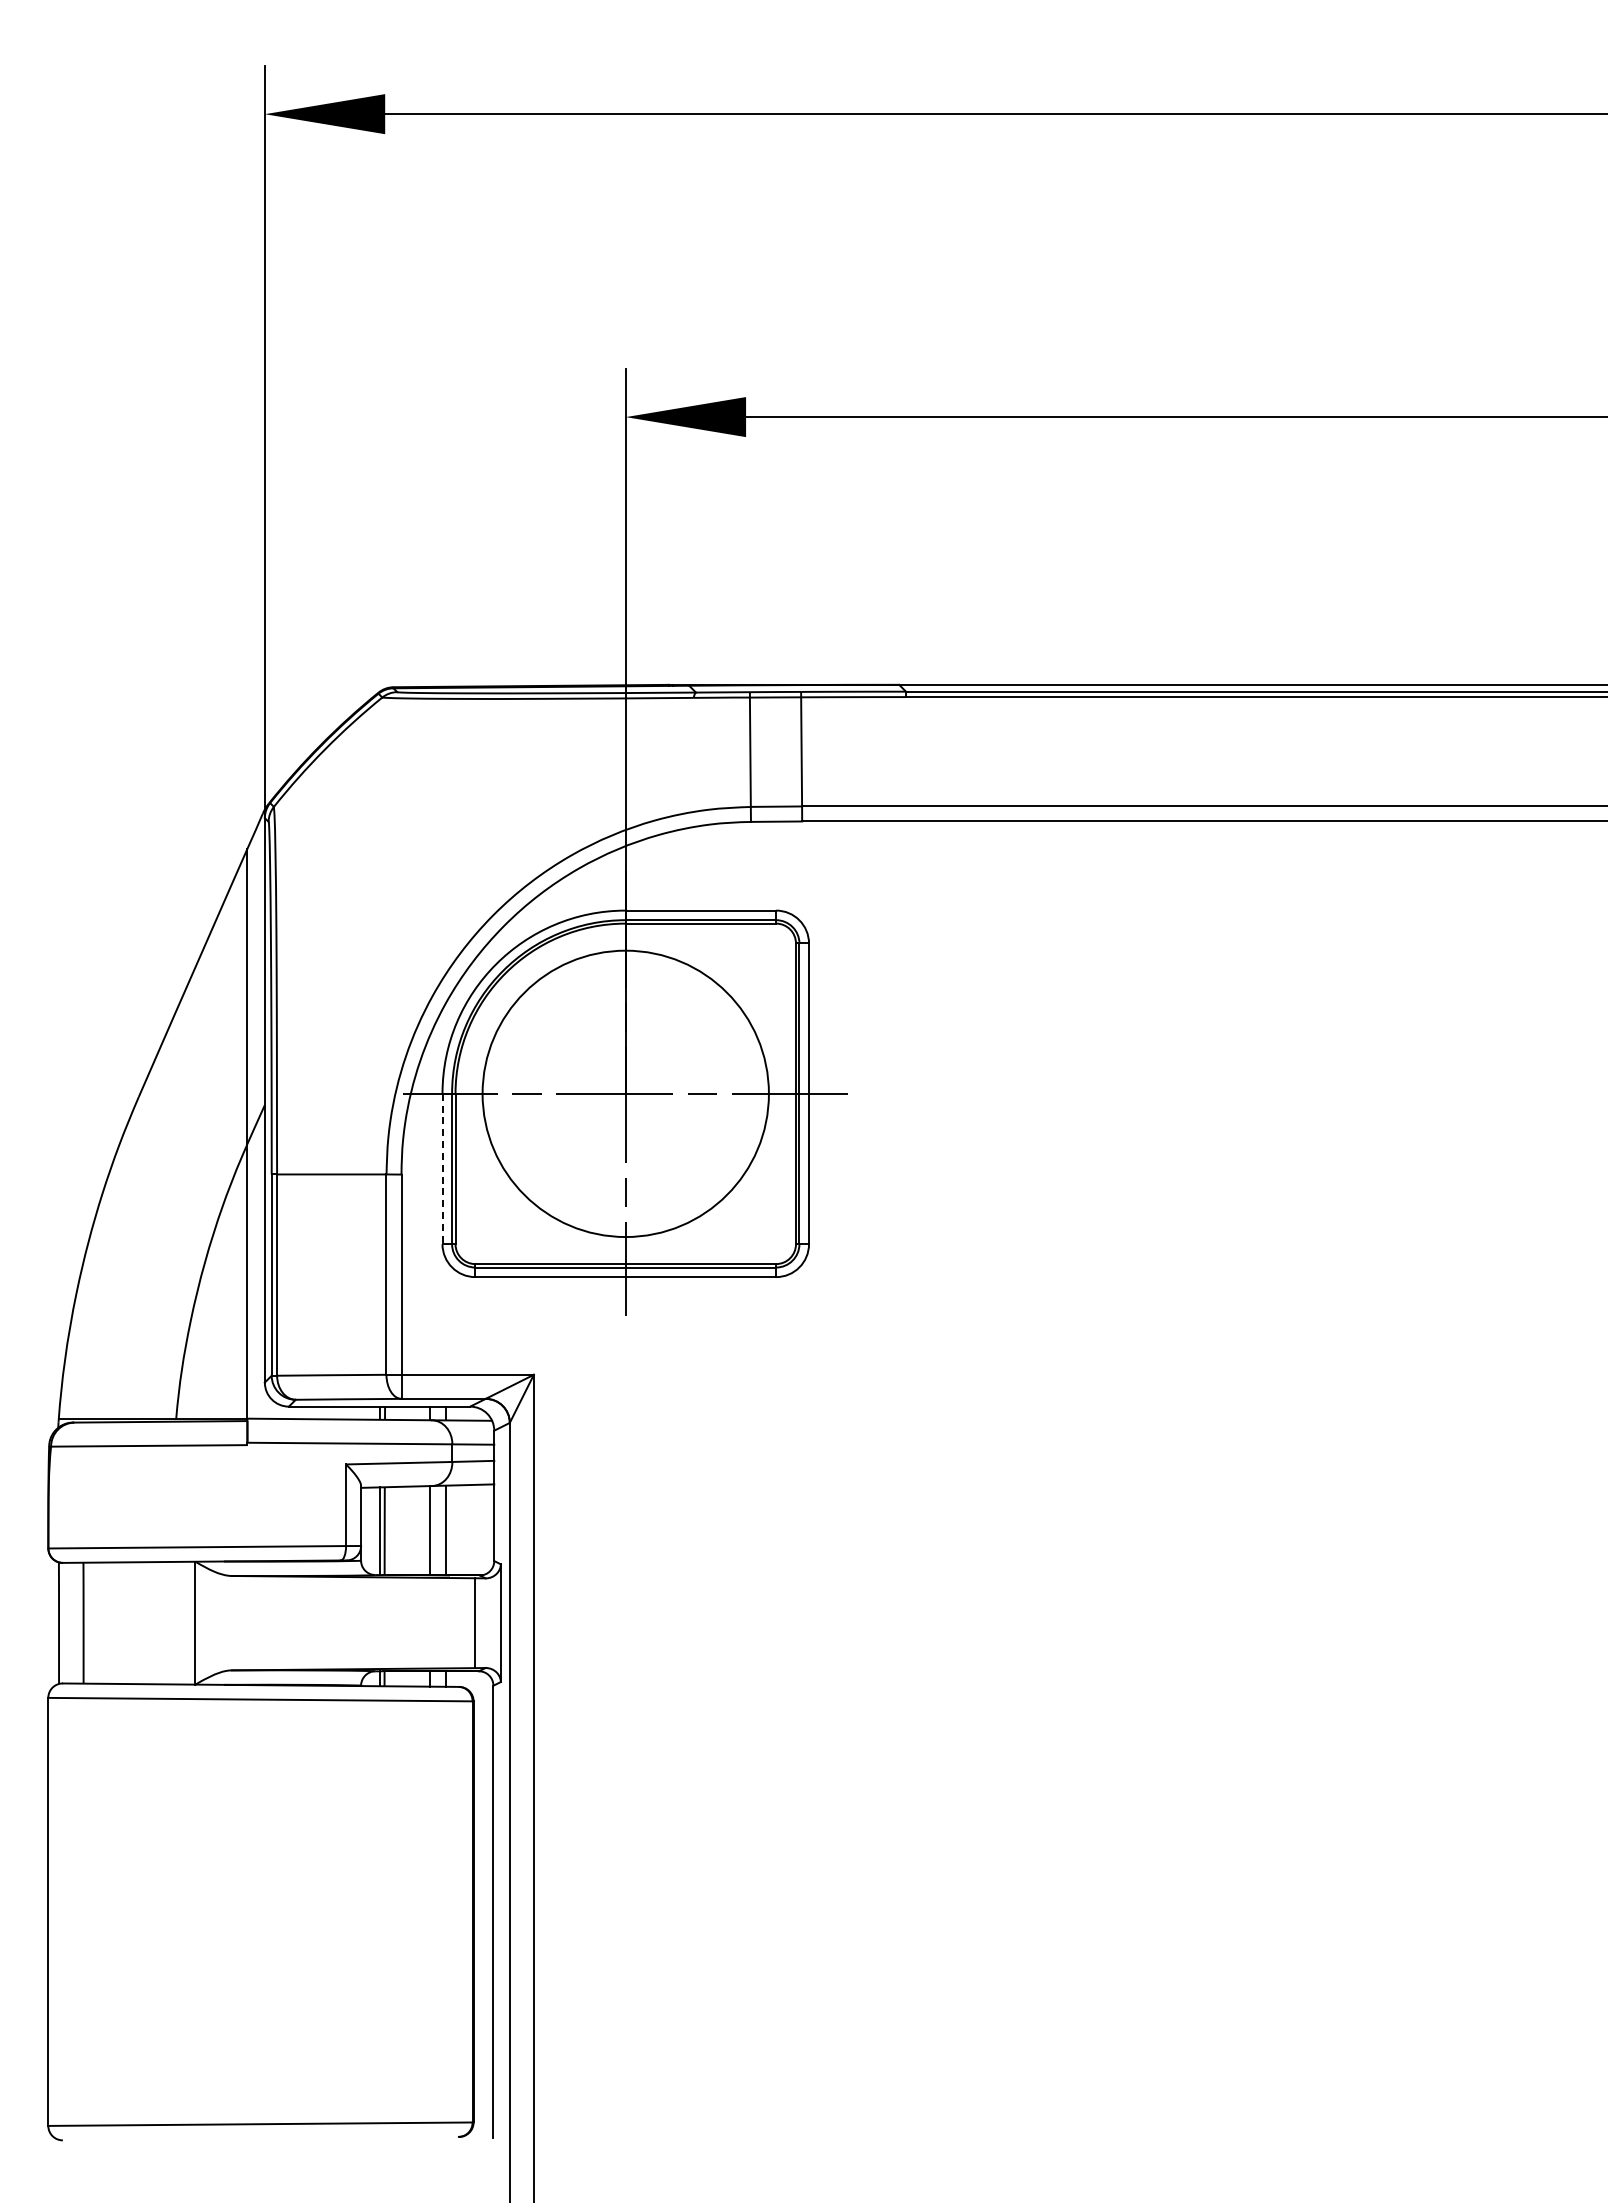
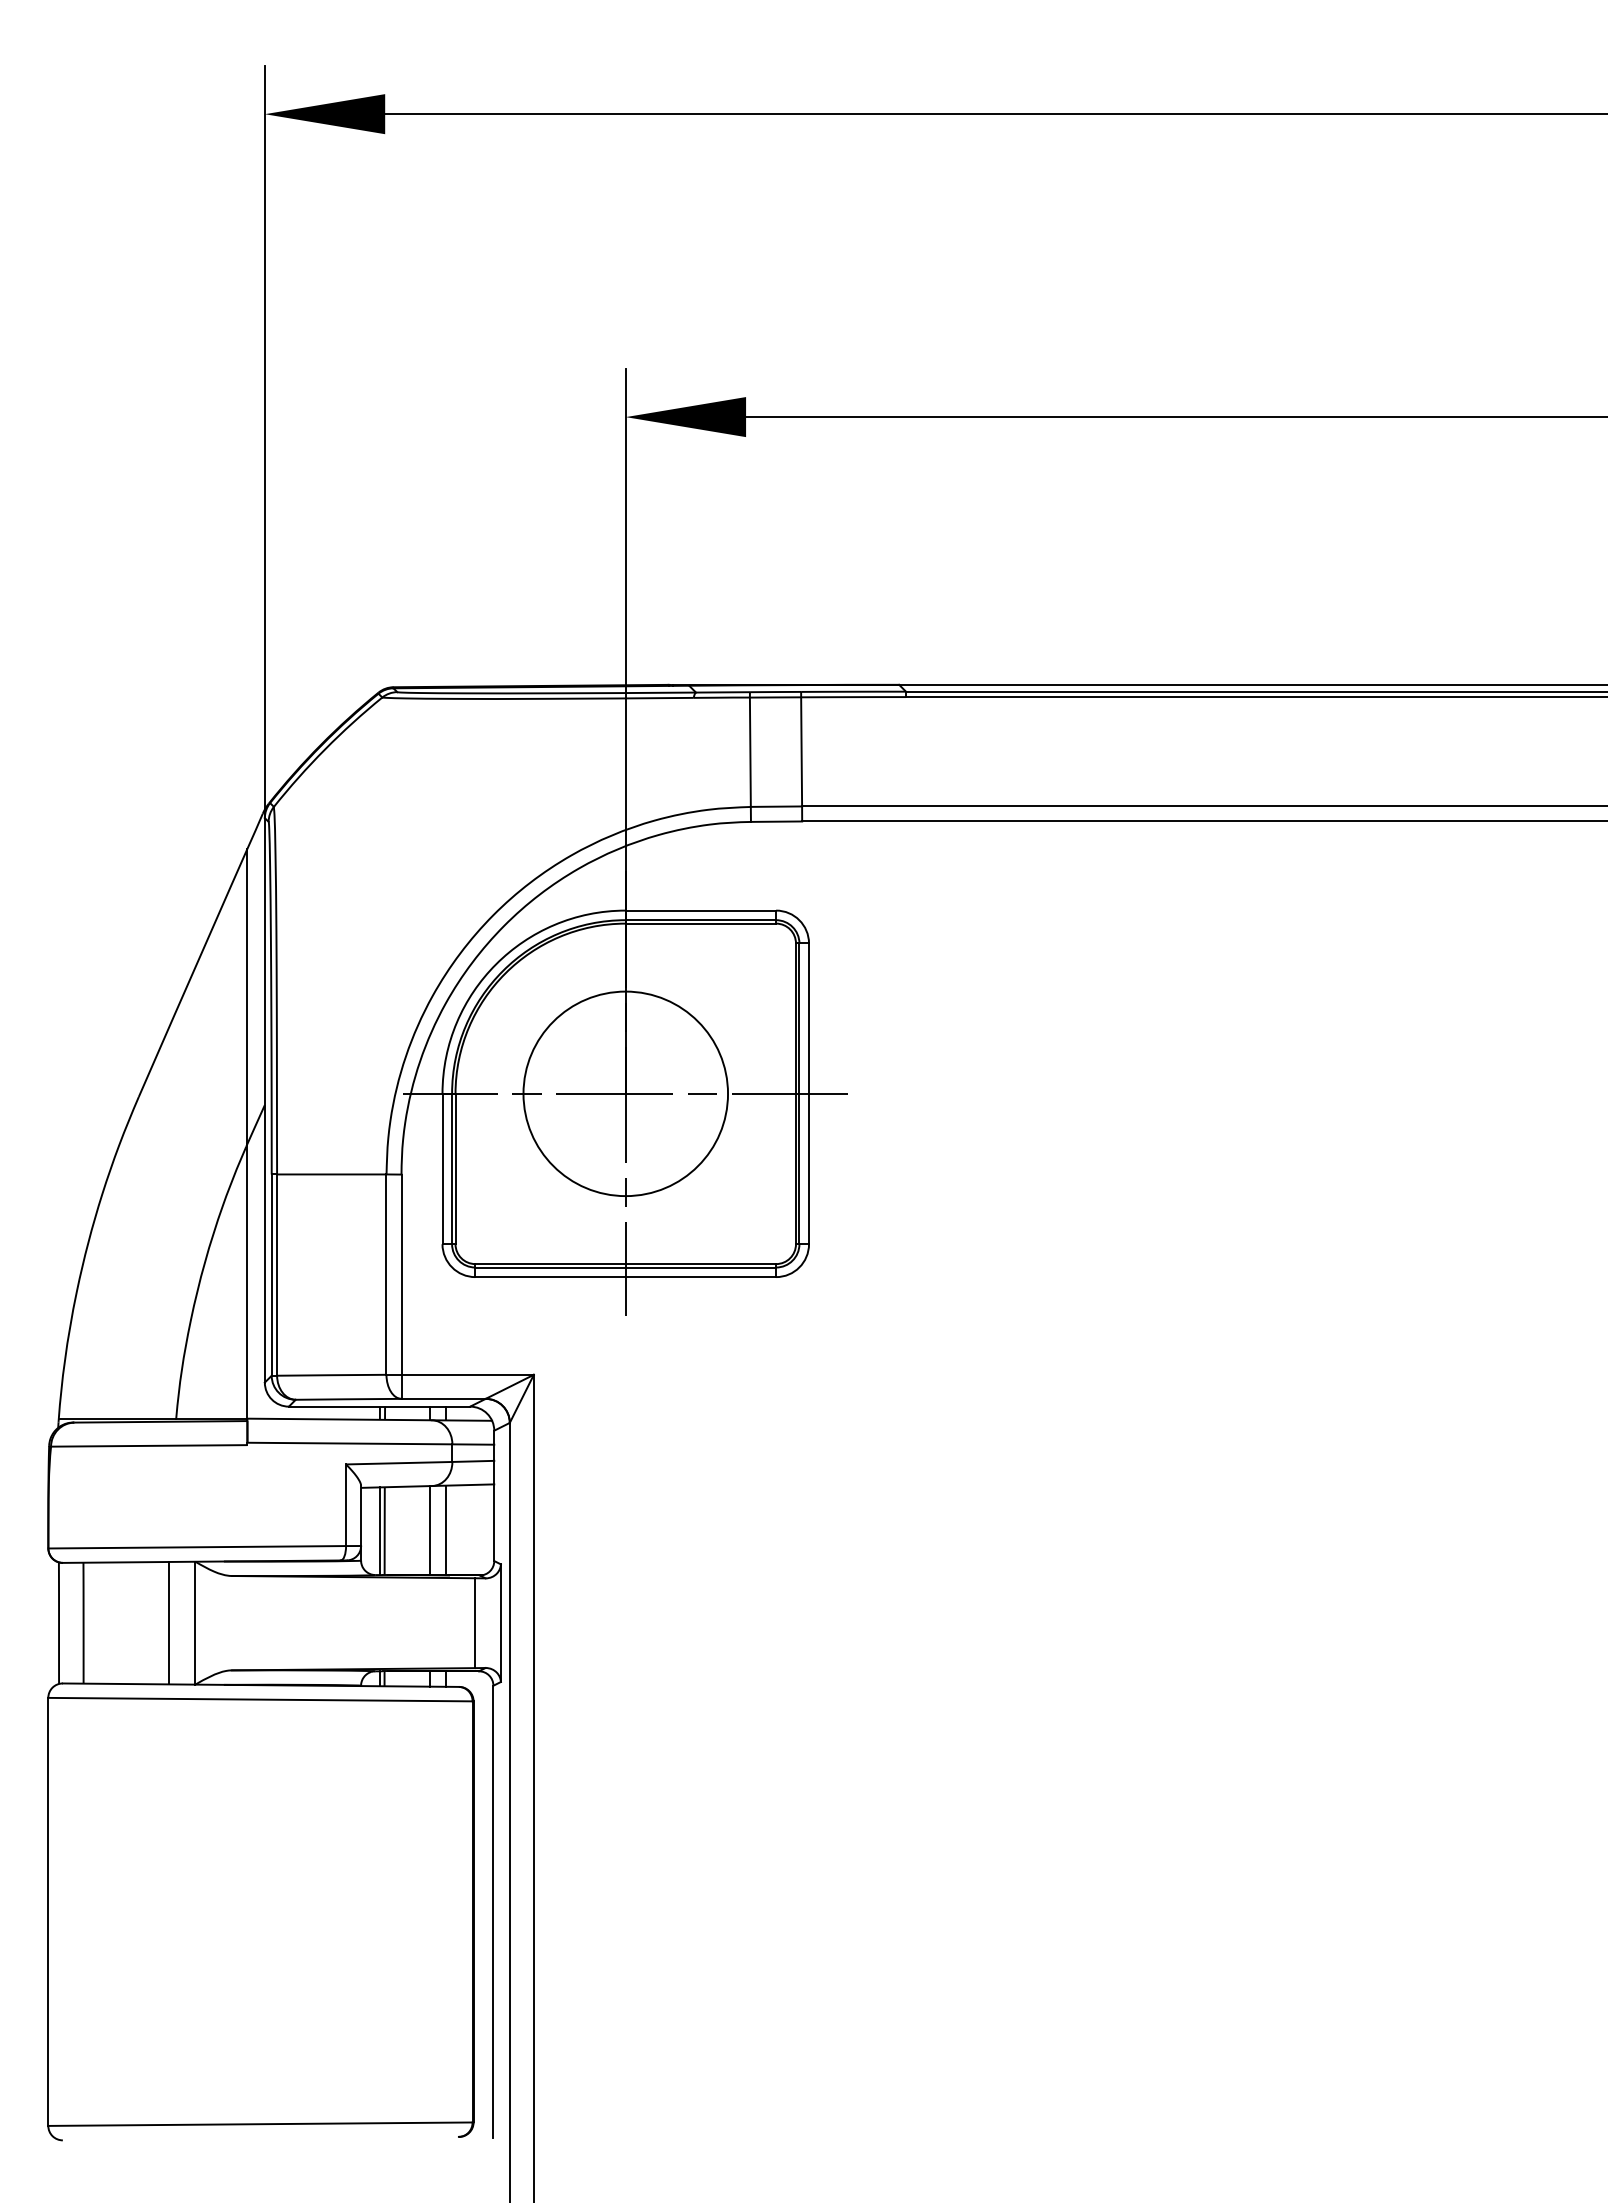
circle at (625, 1093) diameter: 286 px -> 205 px
line at (442, 1169): dashed -> solid
line at (168, 1622): none -> present
